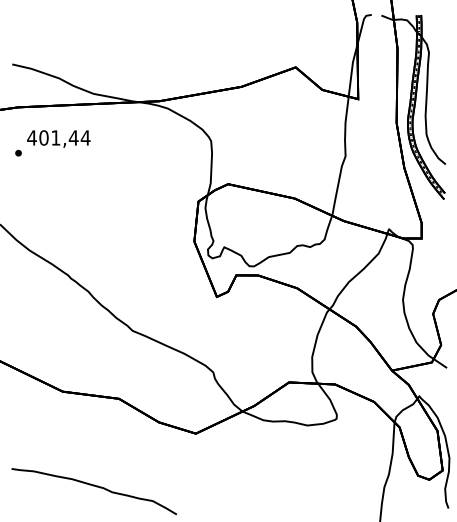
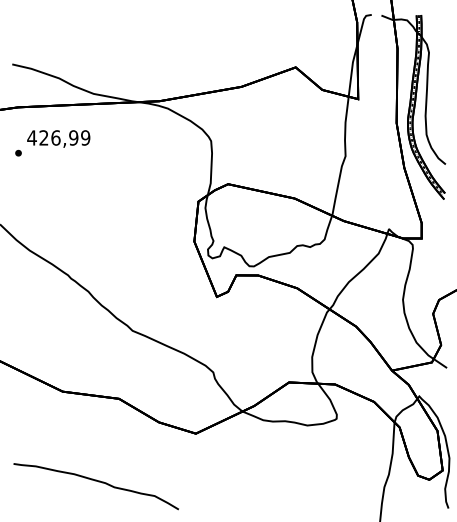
text at (64, 137): 401,44 -> 426,99
curve at (93, 486) position: (93, 486) -> (95, 481)
